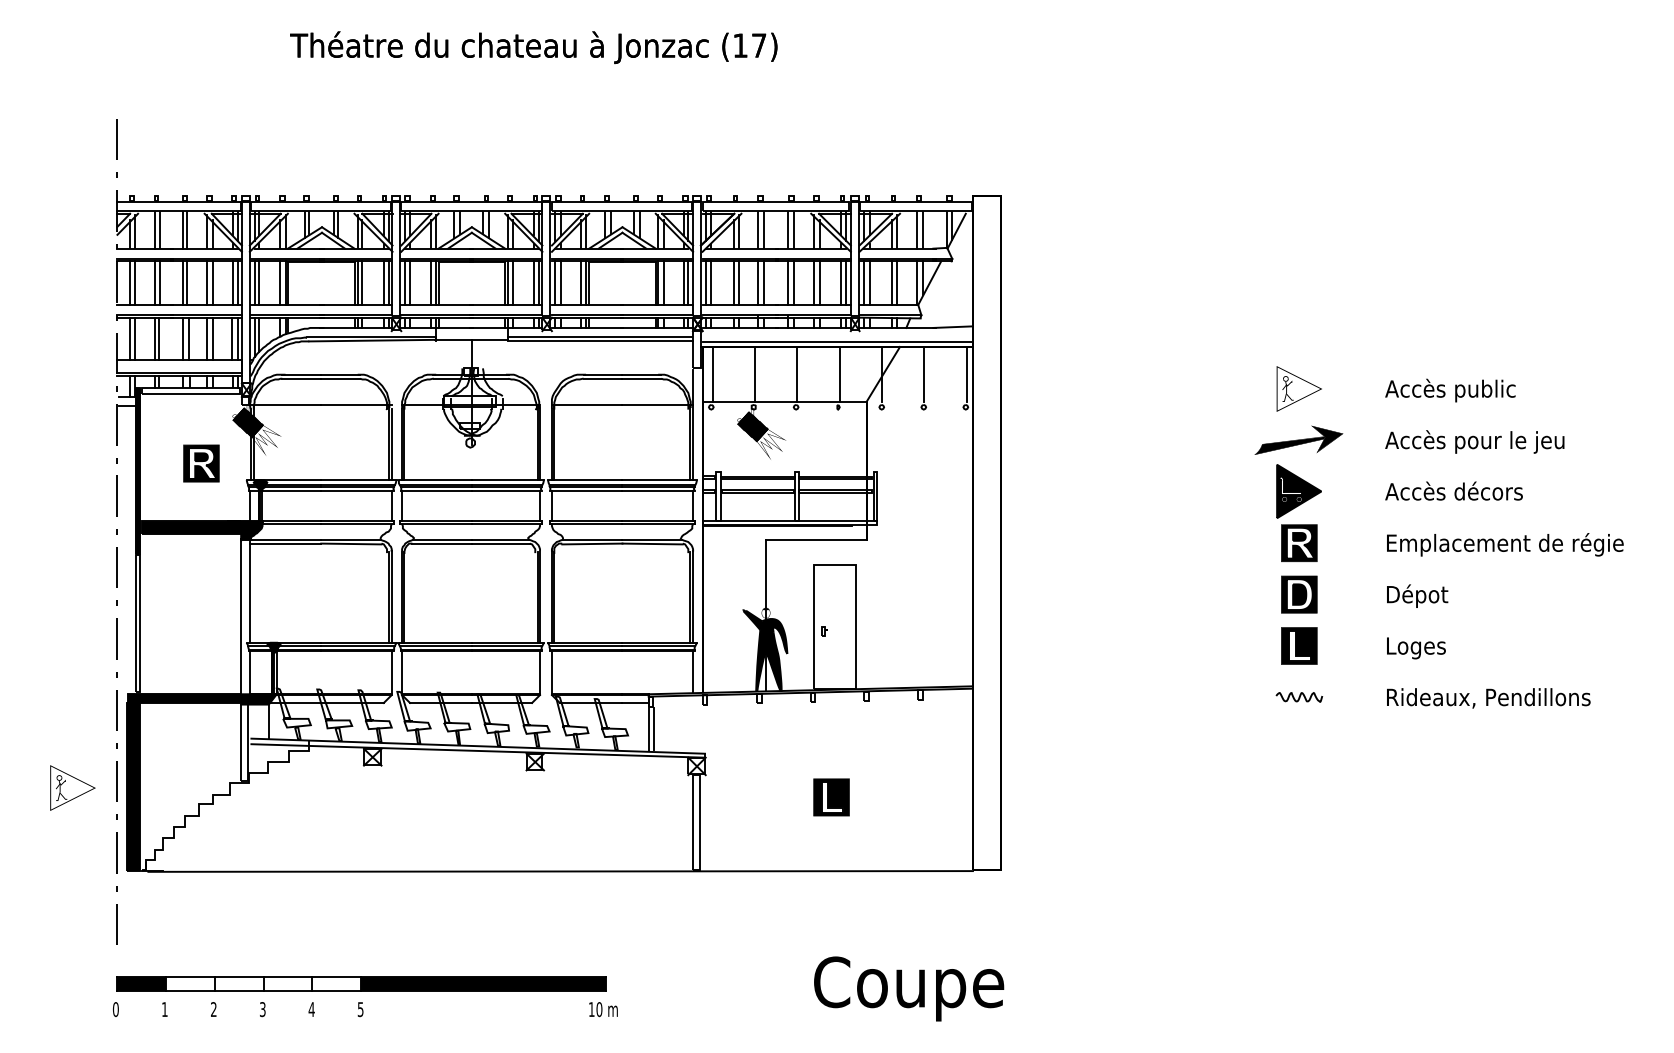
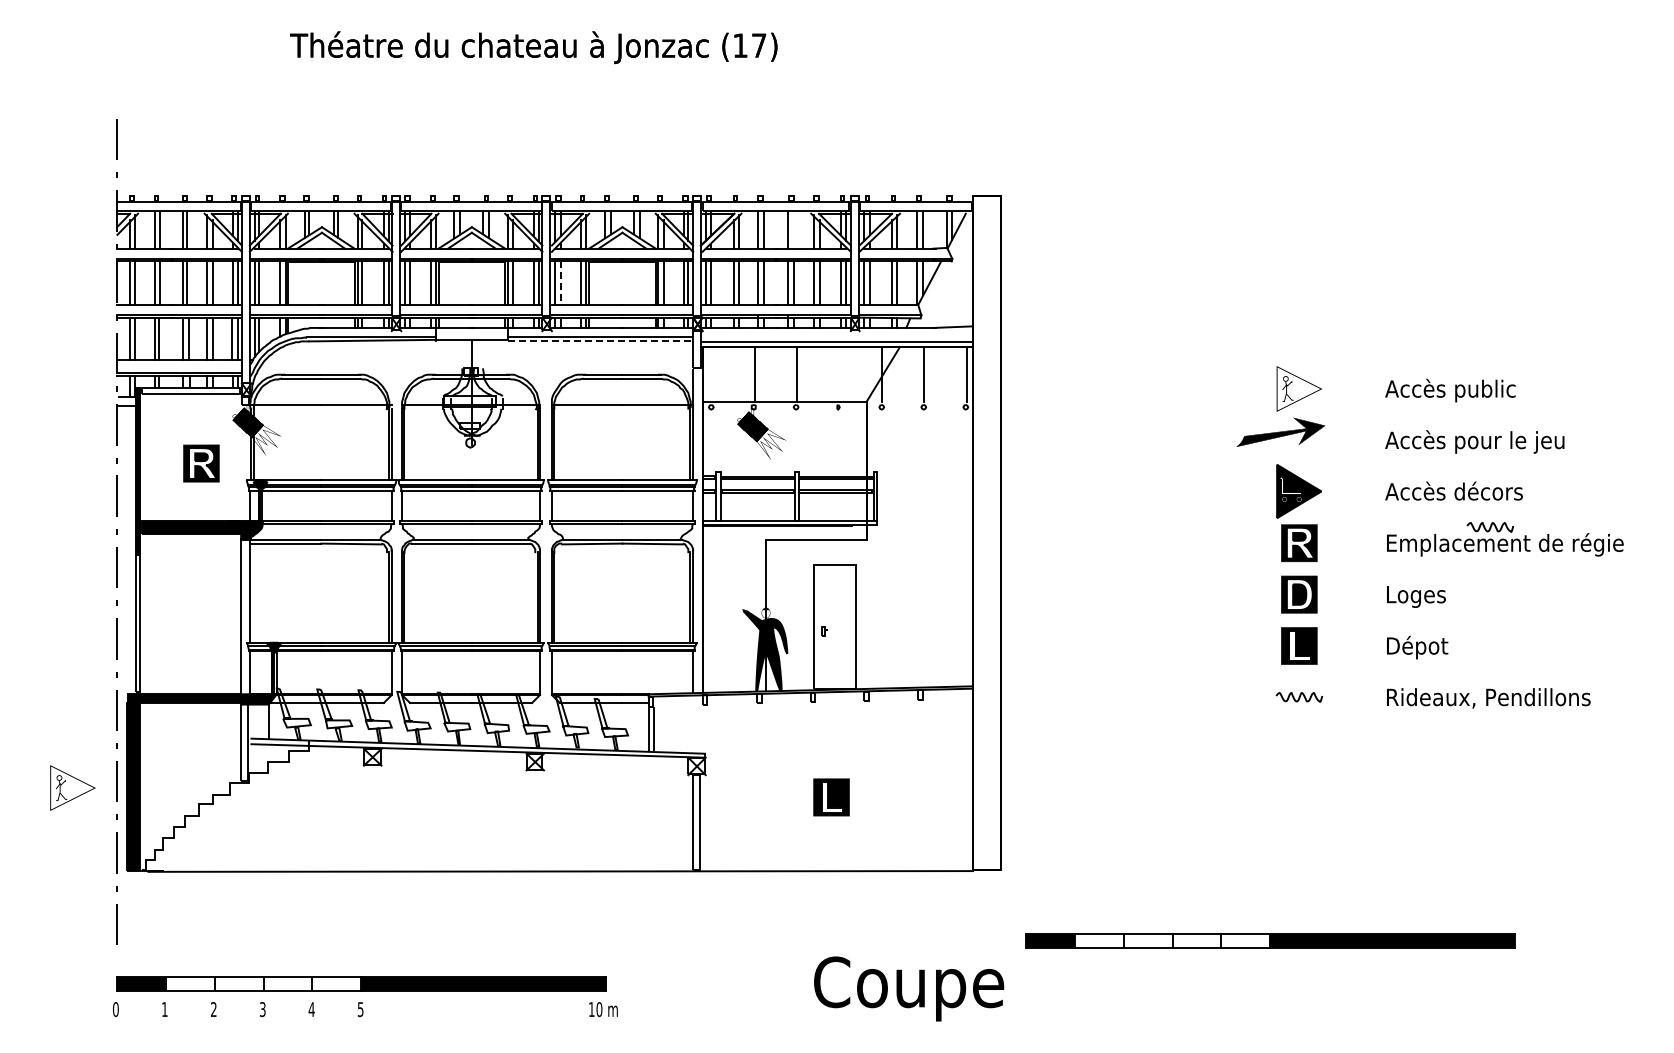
line at (793, 229): present -> none
line at (560, 283): solid -> dashed
line at (601, 341): solid -> dashed
line at (712, 374): present -> none
line at (839, 374): present -> none
part at (1298, 439) position: (1298, 439) -> (1280, 431)
curve at (1490, 527): none -> present
text at (1418, 595): Dépot -> Loges
text at (1418, 647): Loges -> Dépot
part at (1270, 940): none -> present
